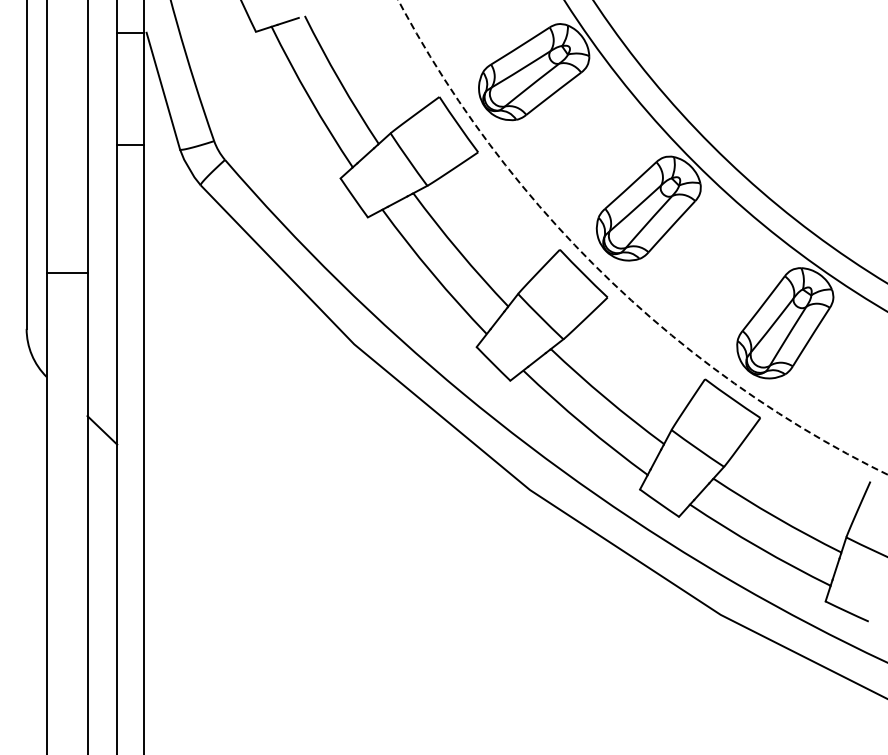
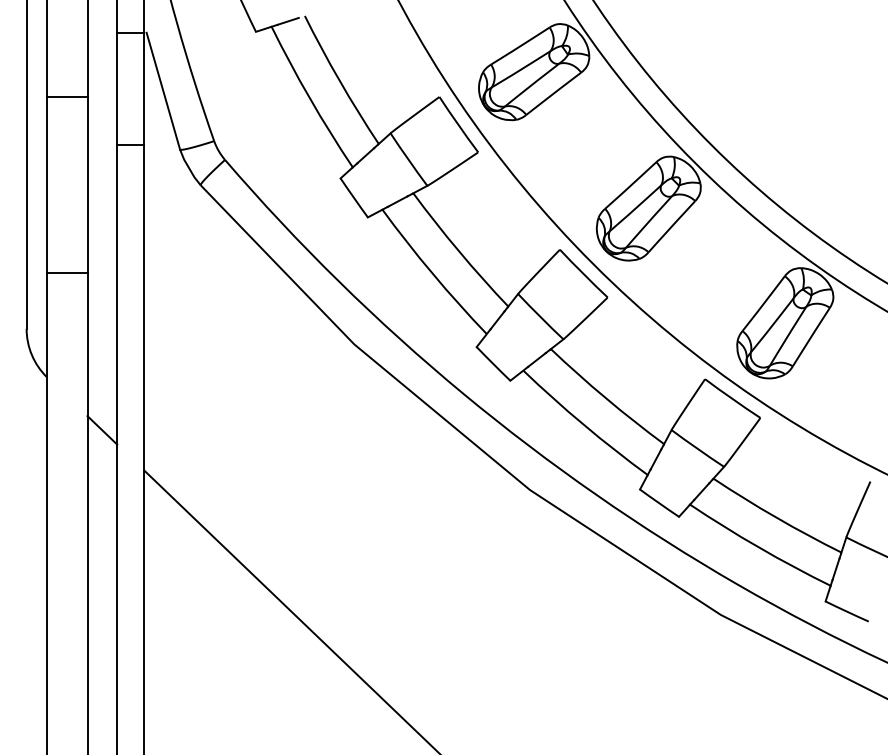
line at (66, 96): none -> present
circle at (642, 237): dashed -> solid
line at (290, 610): none -> present
